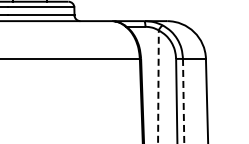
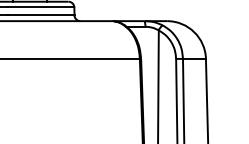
line at (158, 86): dashed -> solid
line at (183, 101): dashed -> solid
